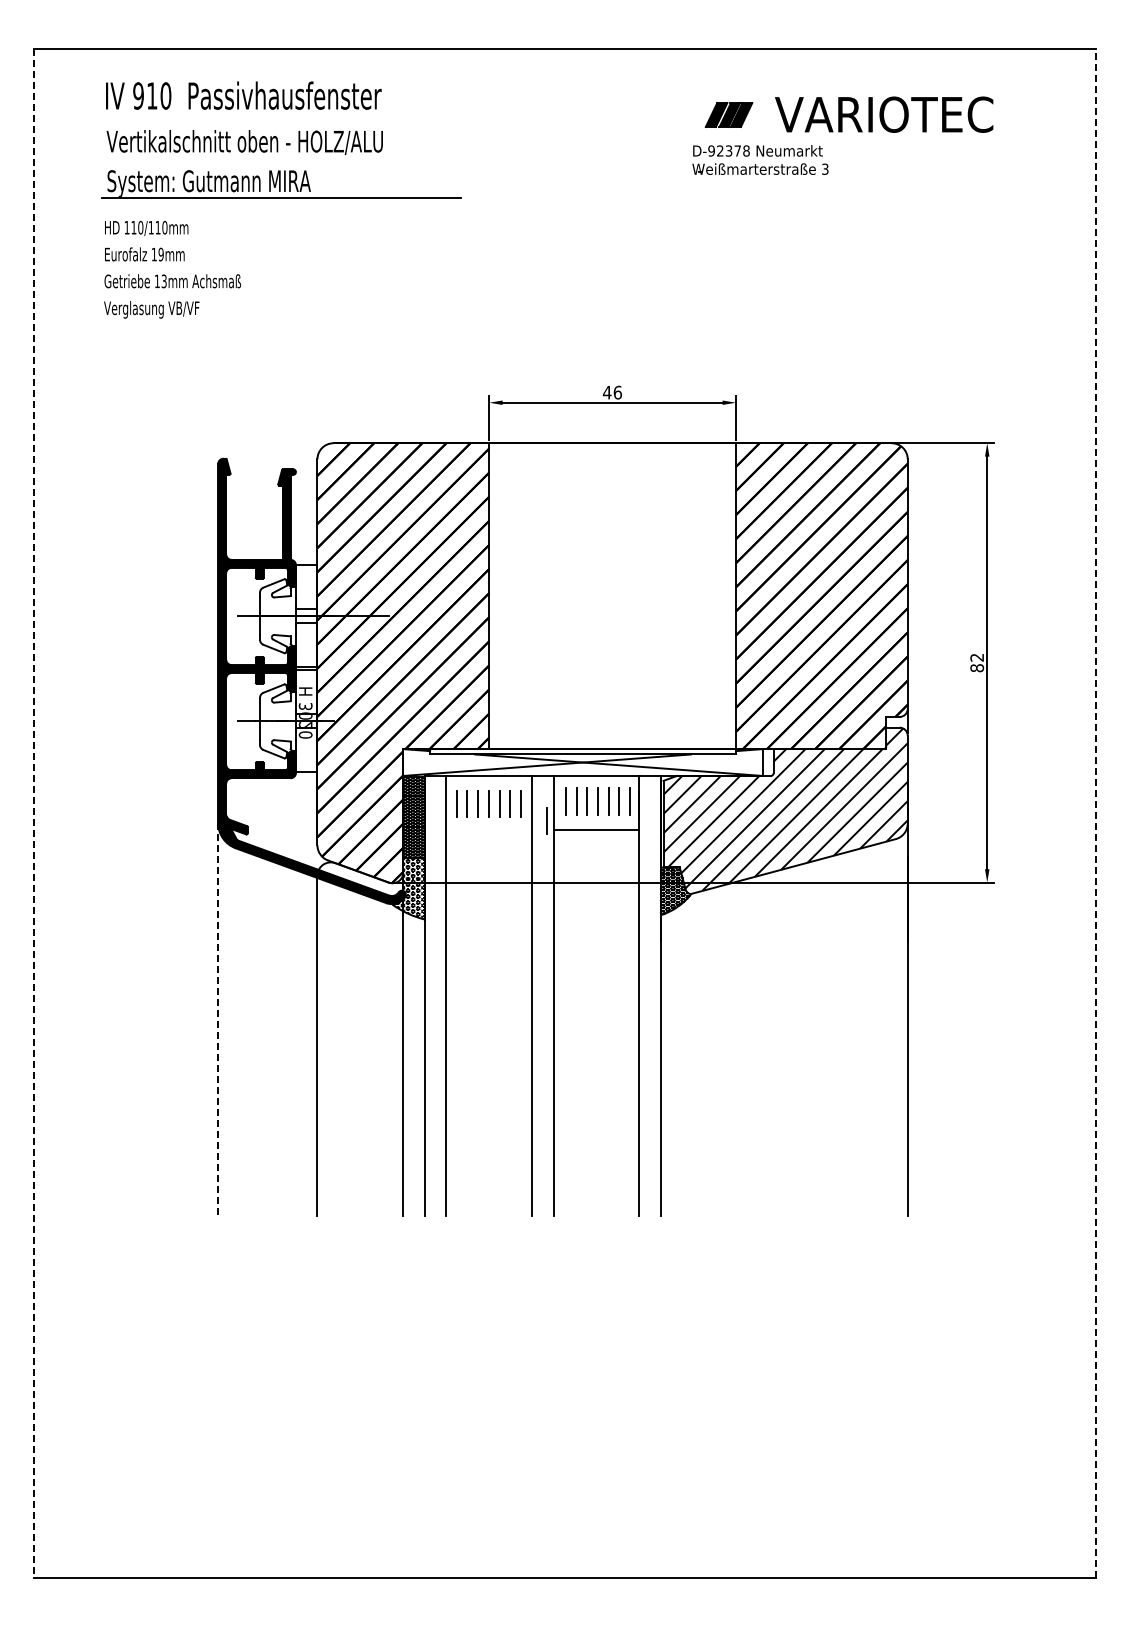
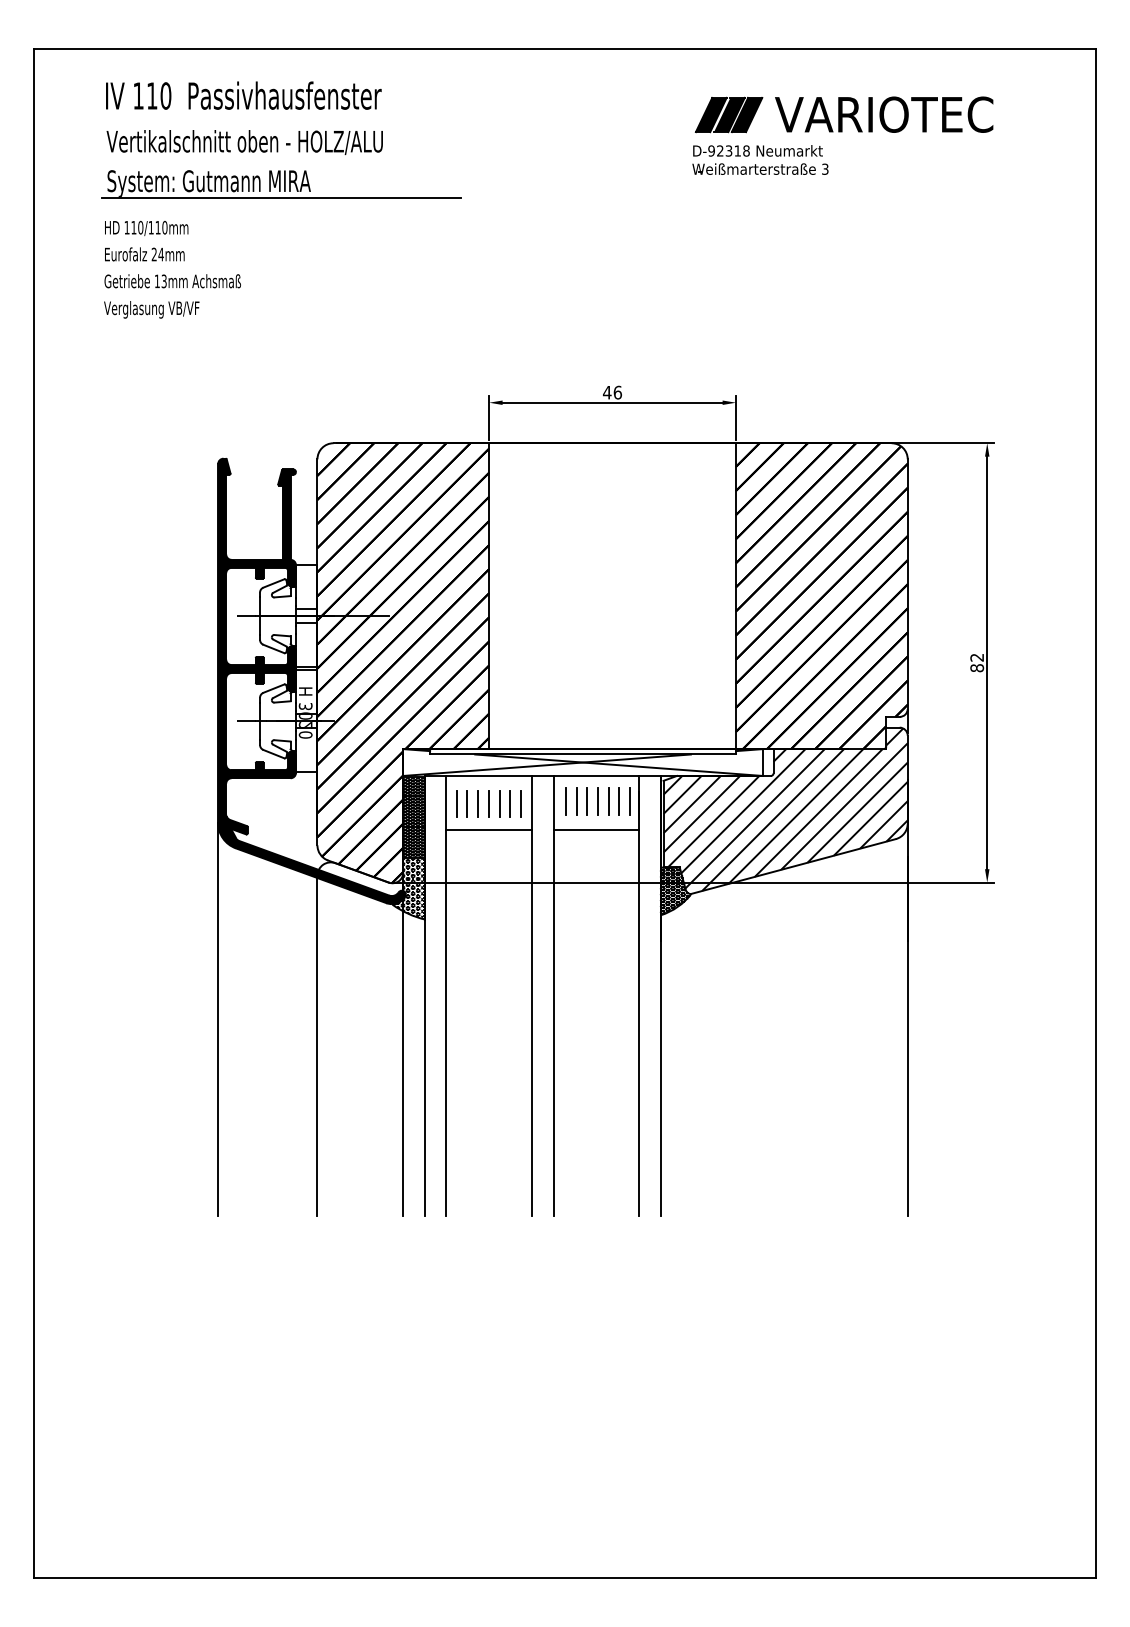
text at (138, 95): 910 -> 110
part at (728, 114) size: 50x26 px -> 70x38 px
text at (737, 150): D-92378 -> D-92318
text at (157, 254): 19mm -> 24mm
line at (33, 813): dashed -> solid
line at (1096, 813): dashed -> solid
line at (546, 820): present -> none
line at (489, 829): none -> present
line at (218, 1020): dashed -> solid
